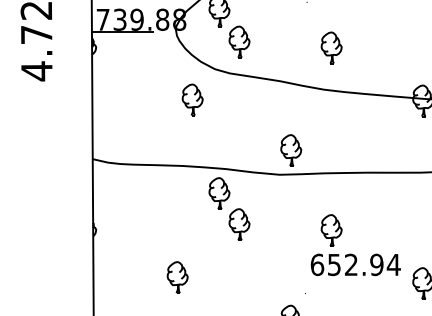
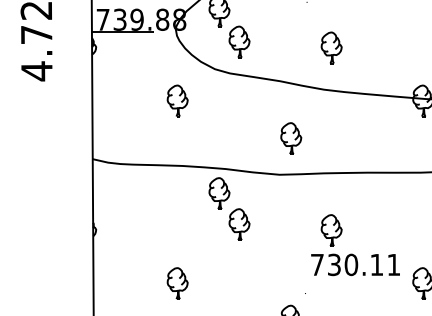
part at (192, 99) position: (192, 99) -> (177, 100)
part at (291, 150) position: (291, 150) -> (291, 138)
text at (355, 264): 652.94 -> 730.11
part at (177, 277) position: (177, 277) -> (177, 283)
